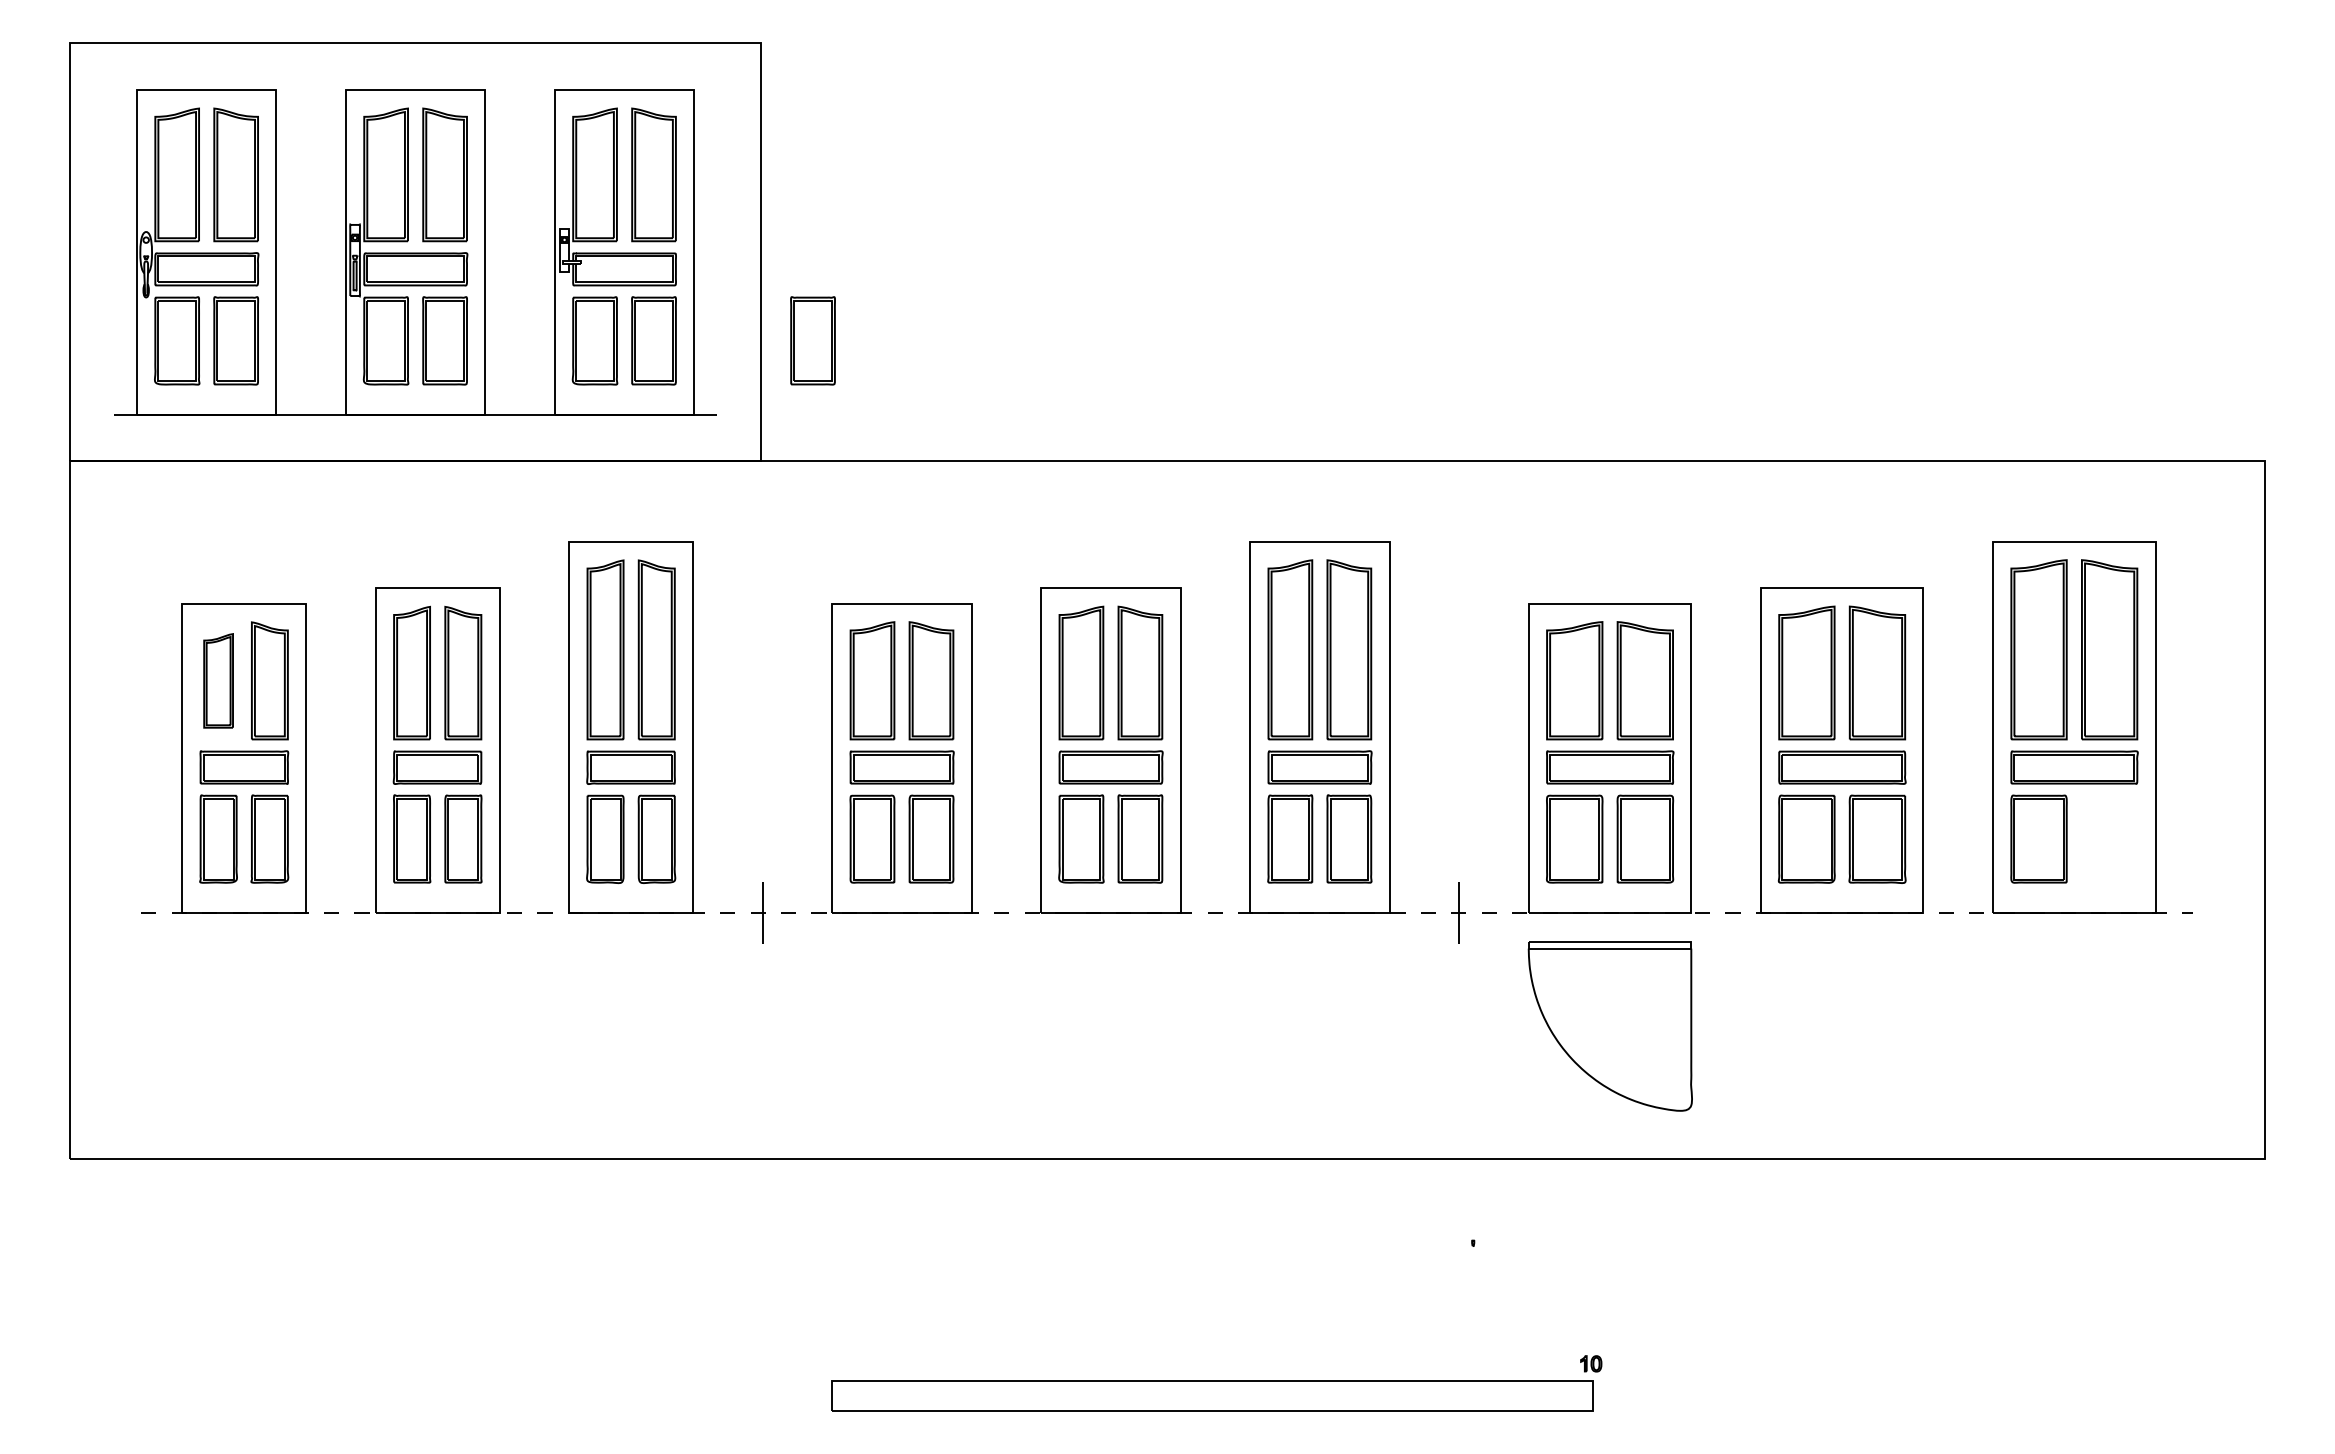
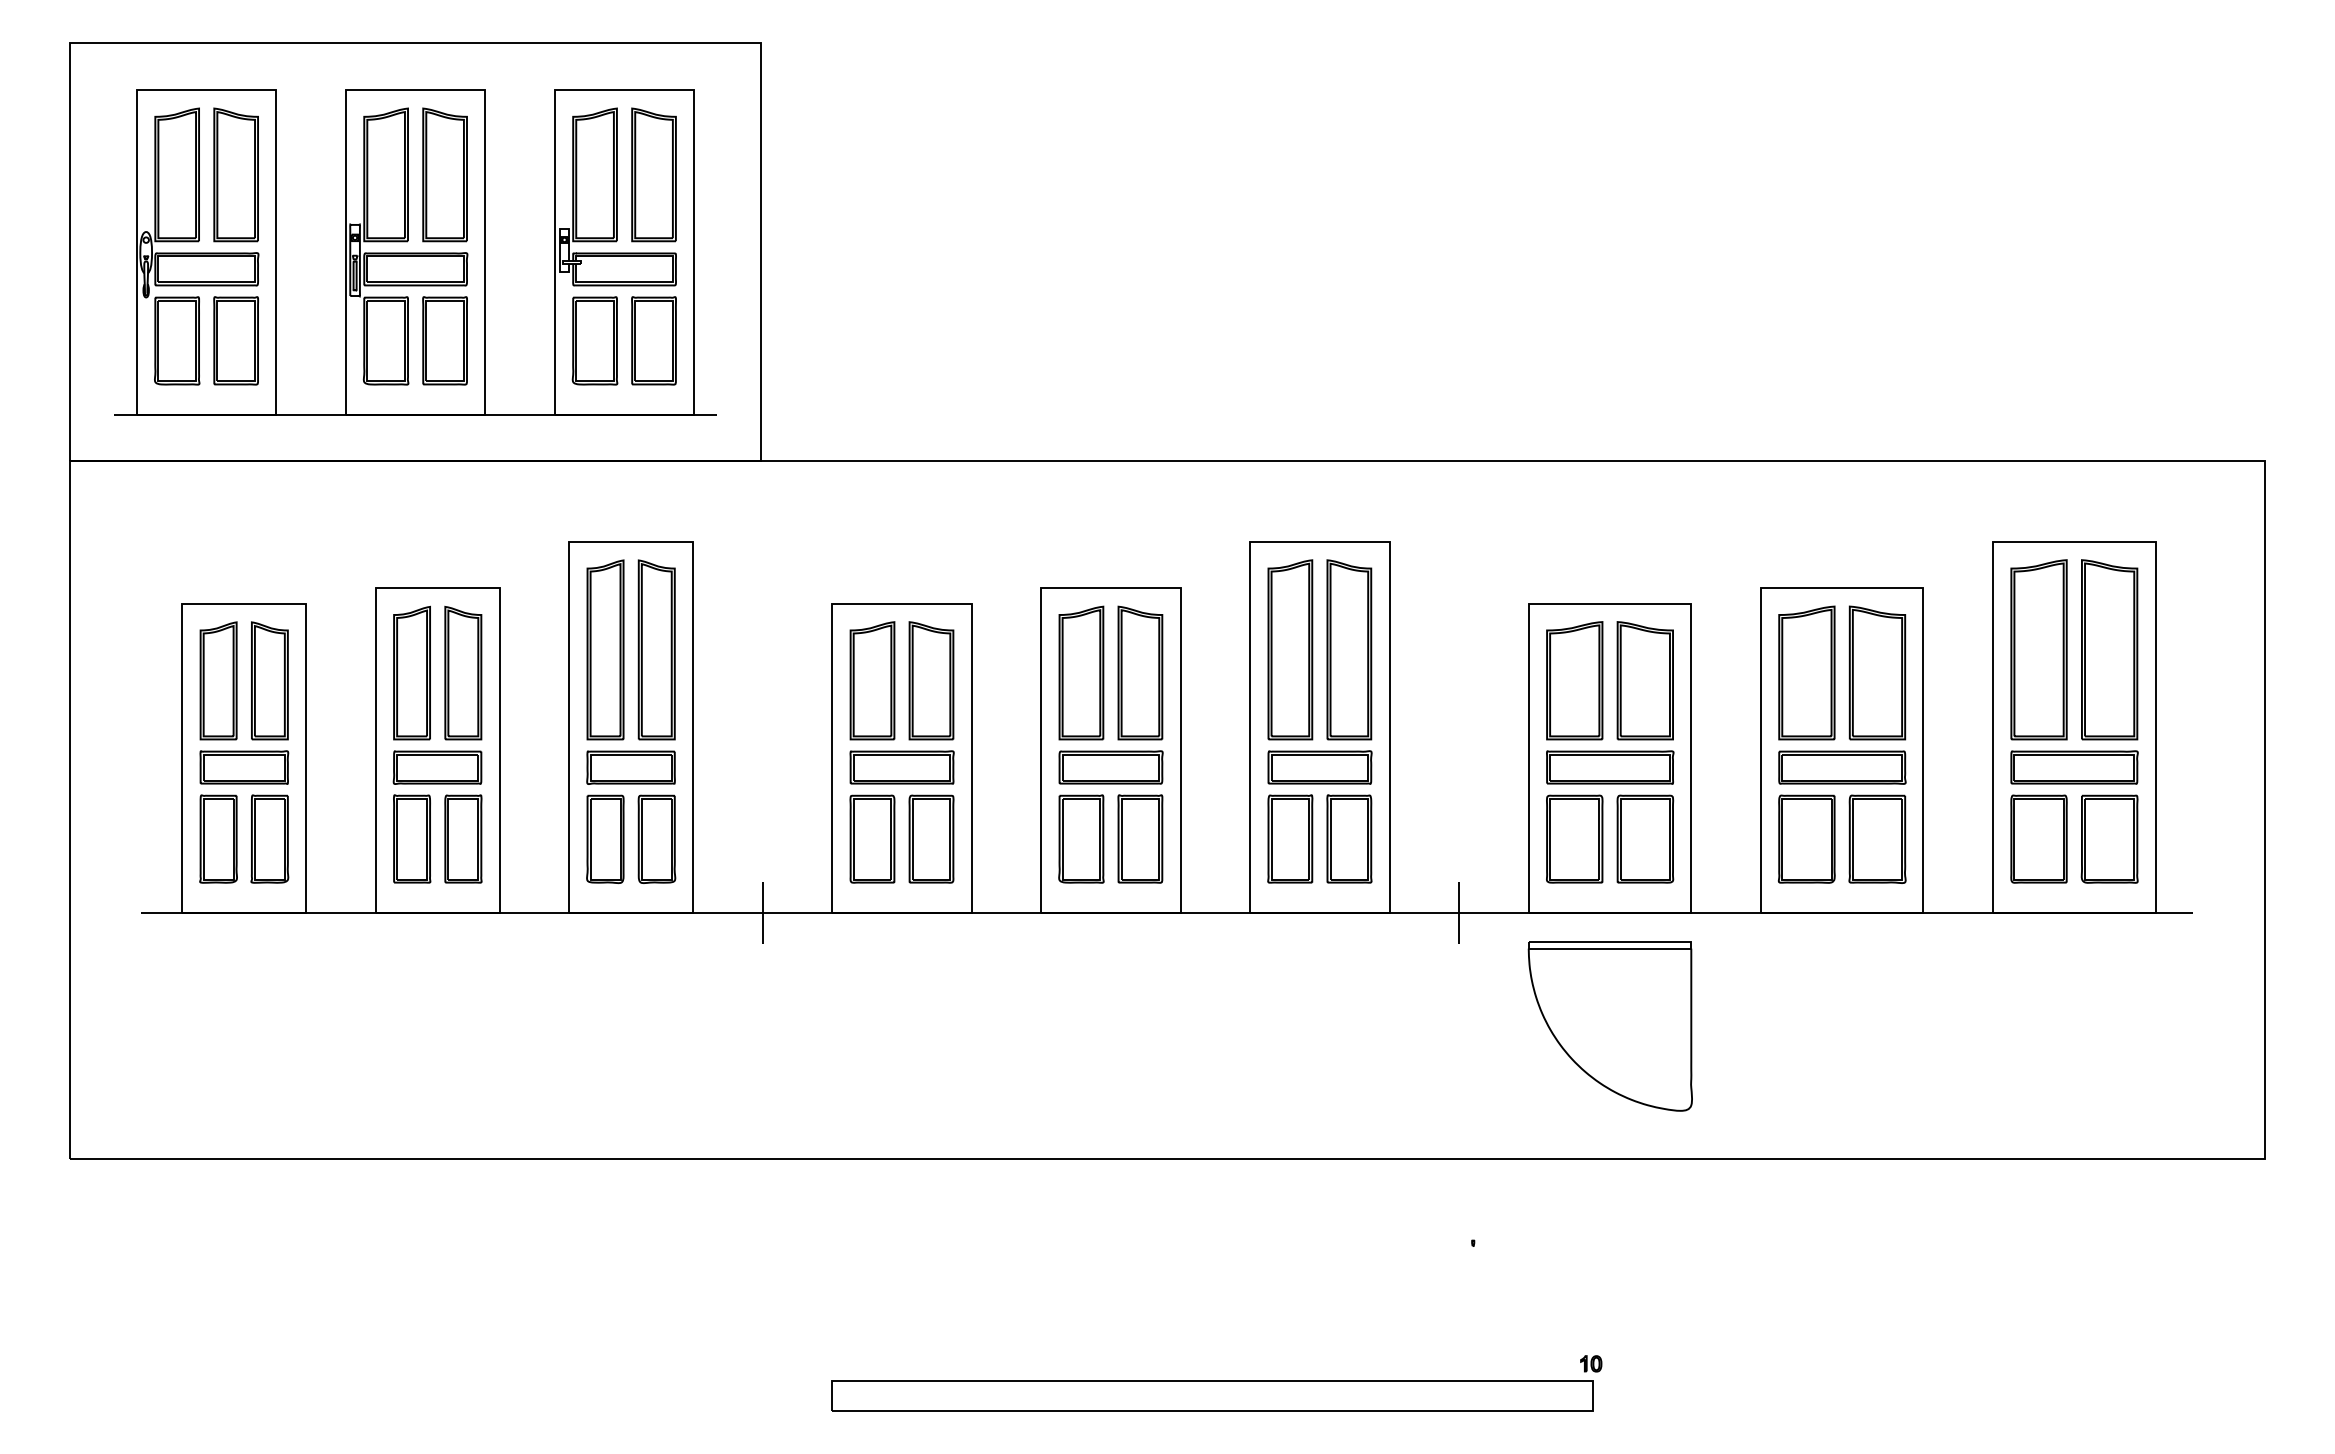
part at (812, 340): present -> none
part at (218, 680) size: 31x96 px -> 39x120 px
part at (2109, 838): none -> present
line at (1167, 913): dashed -> solid
